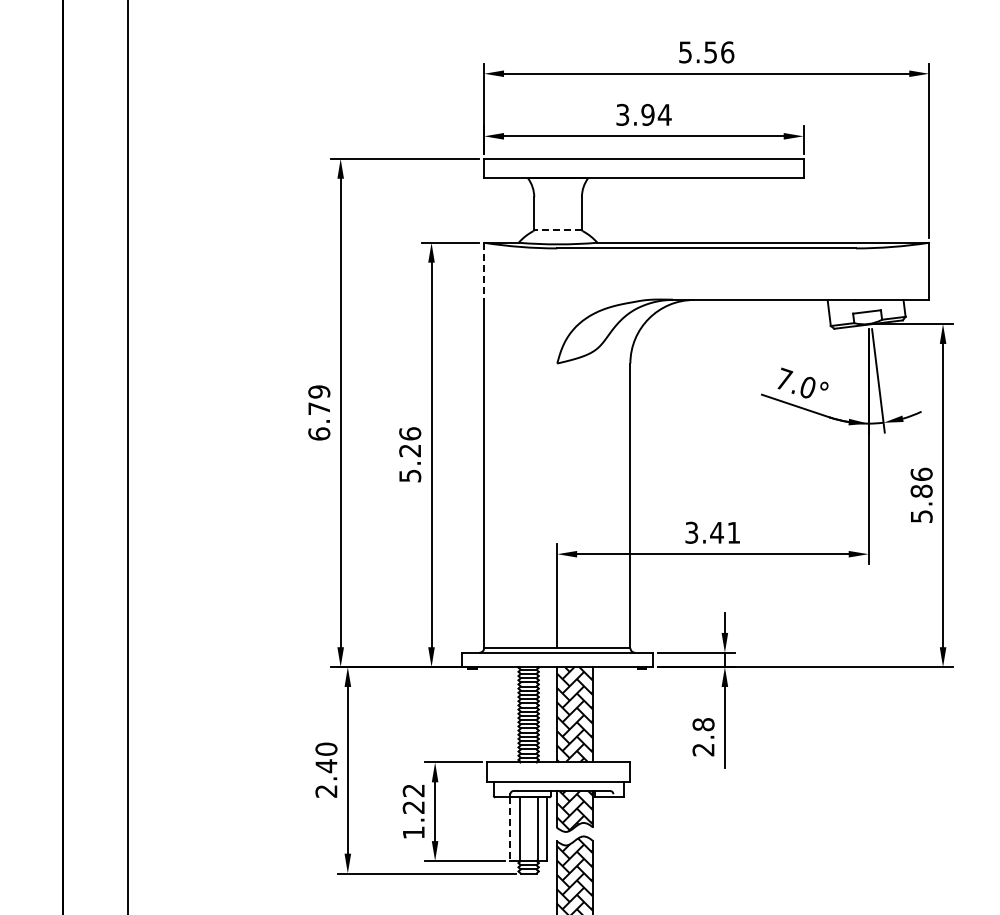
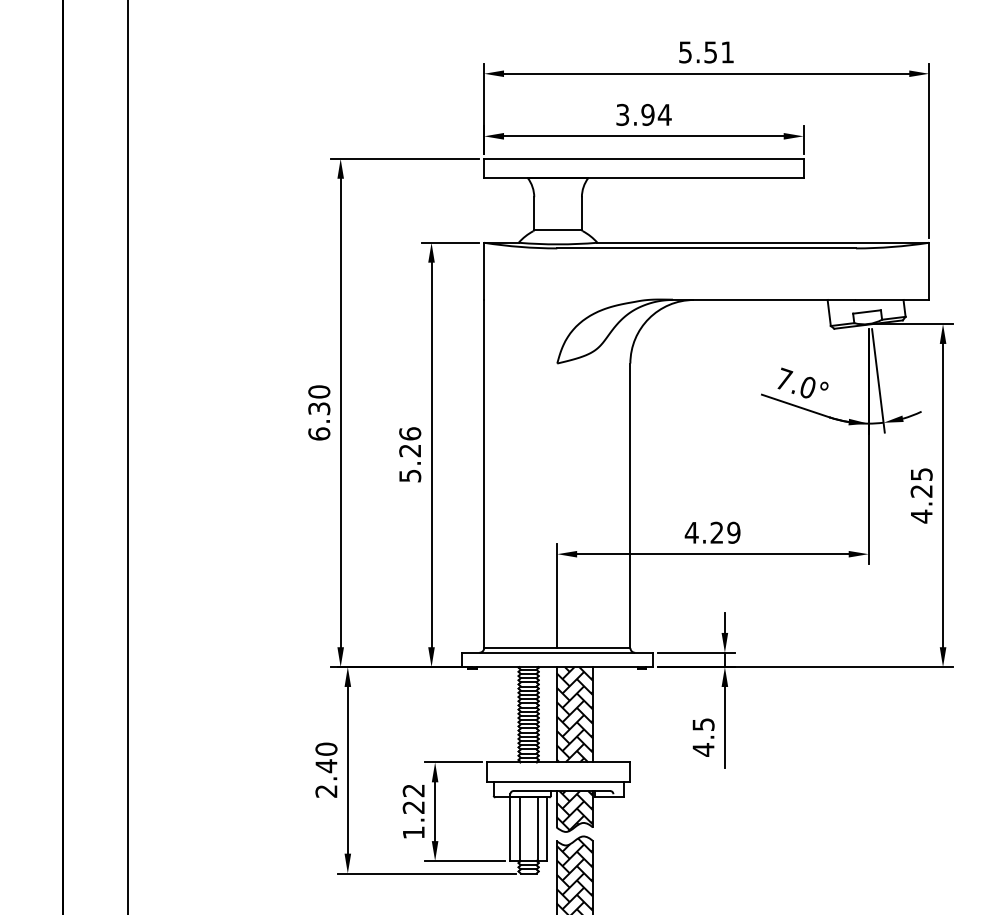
text at (727, 52): 5.56 -> 5.51
line at (558, 229): dashed -> solid
line at (484, 271): dashed -> solid
text at (319, 400): 6.79 -> 6.30
text at (921, 495): 5.86 -> 4.25
text at (712, 532): 3.41 -> 4.29
text at (703, 737): 2.8 -> 4.5
line at (510, 829): dashed -> solid
